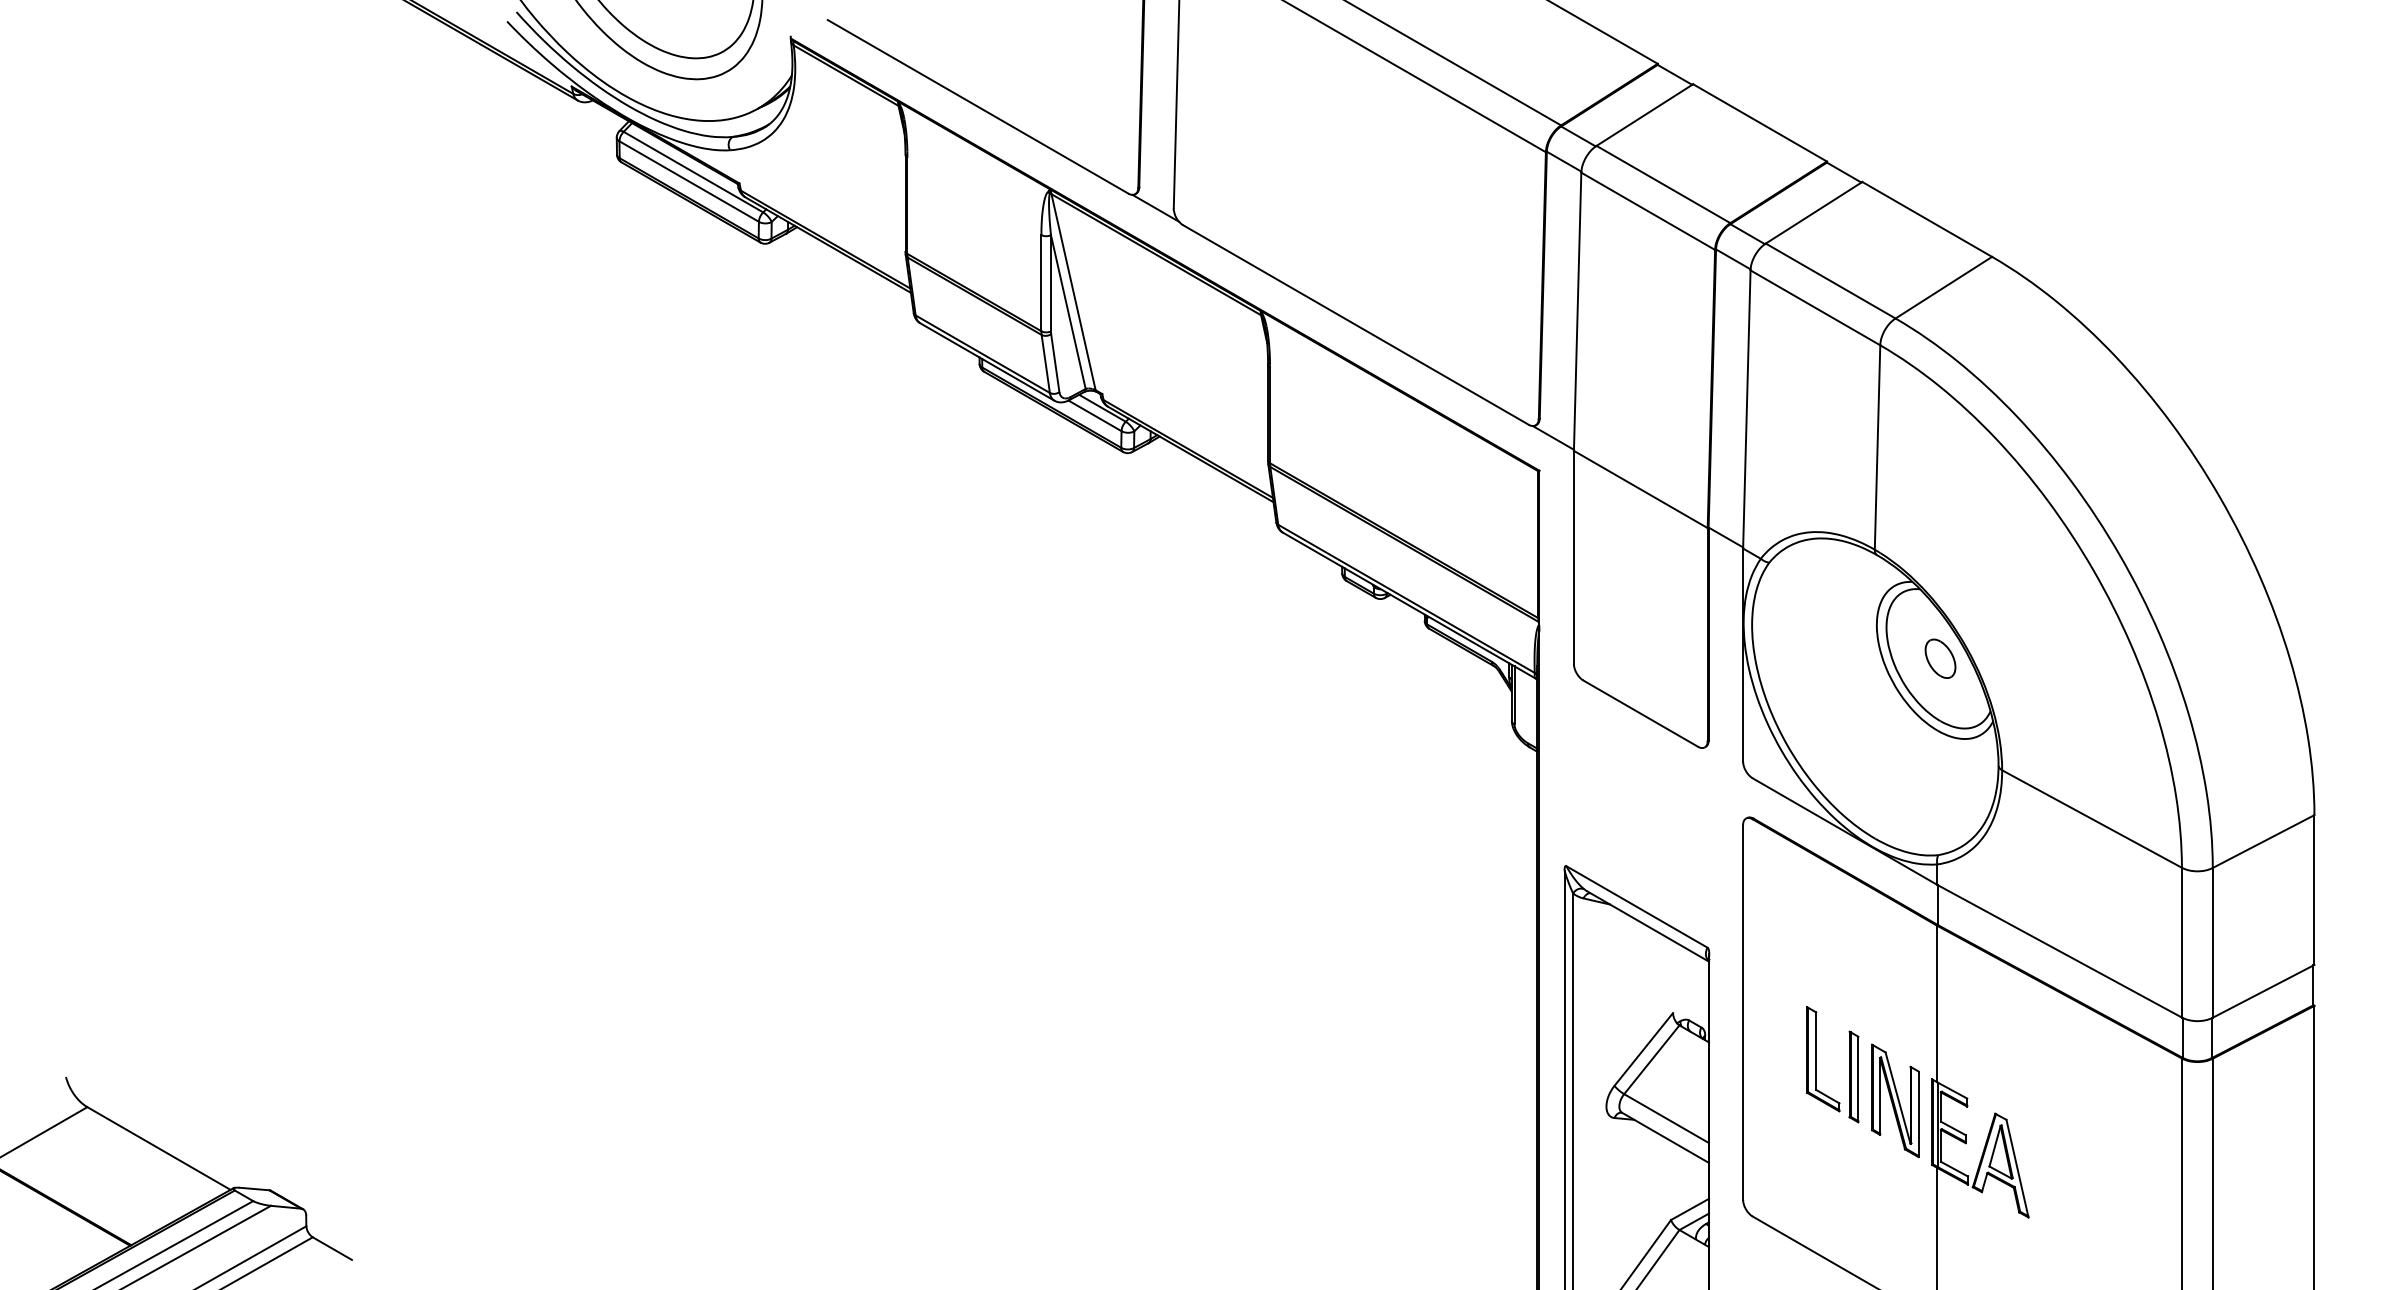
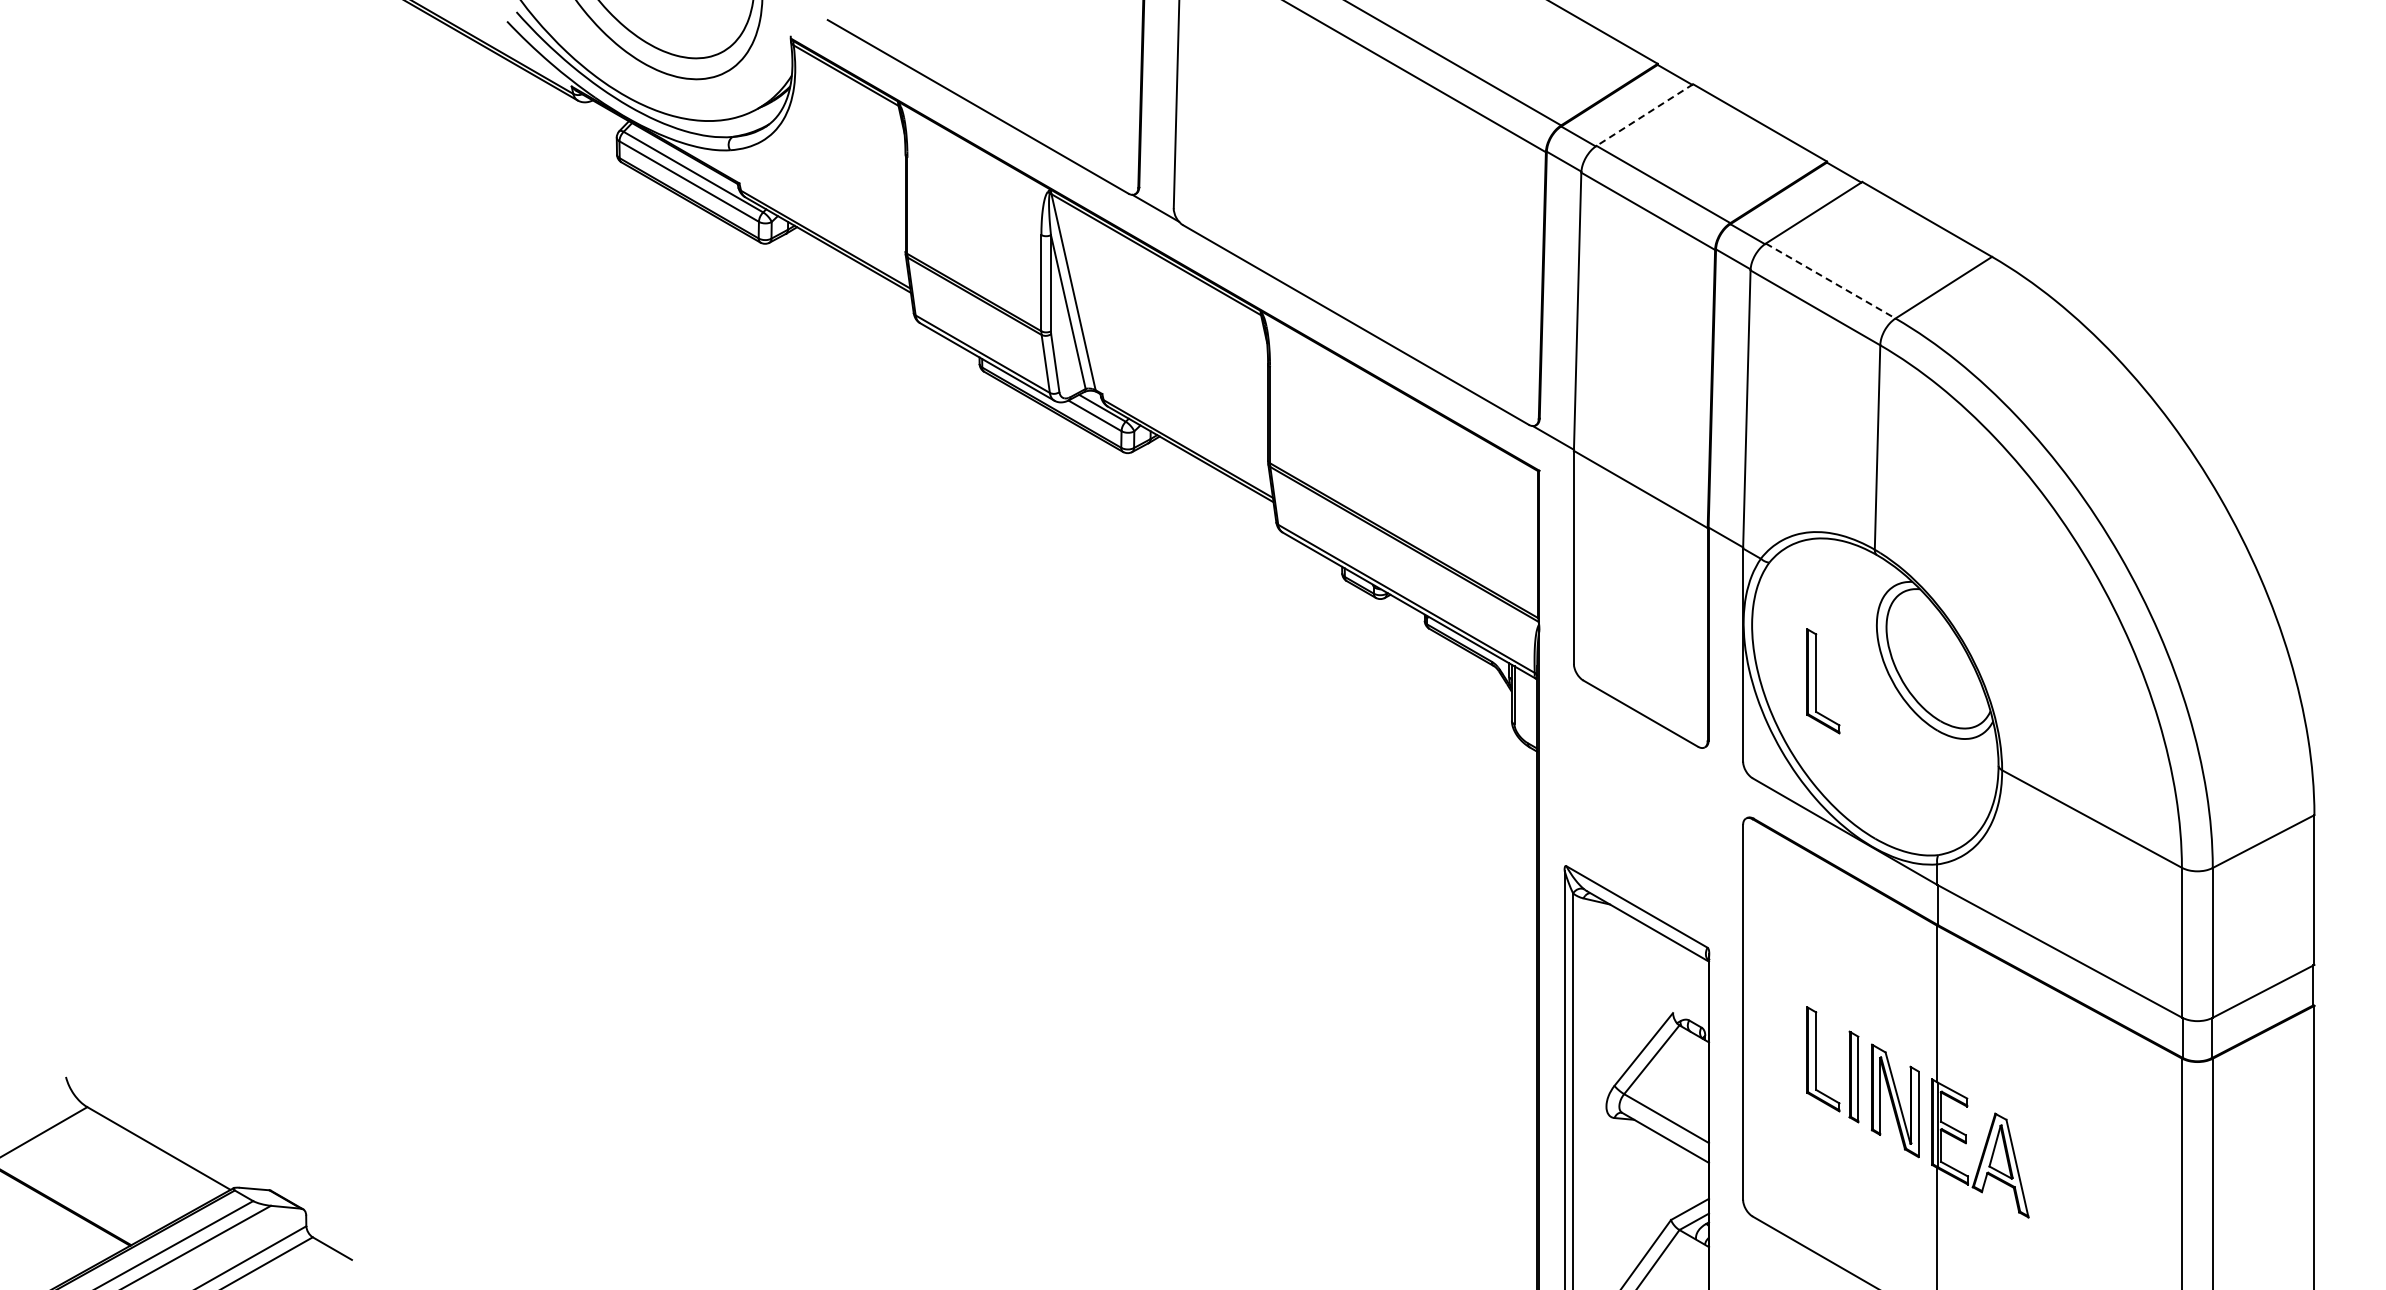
line at (1644, 115): solid -> dashed
line at (1830, 281): solid -> dashed
part at (1940, 658): present -> none
part at (1816, 681): none -> present
